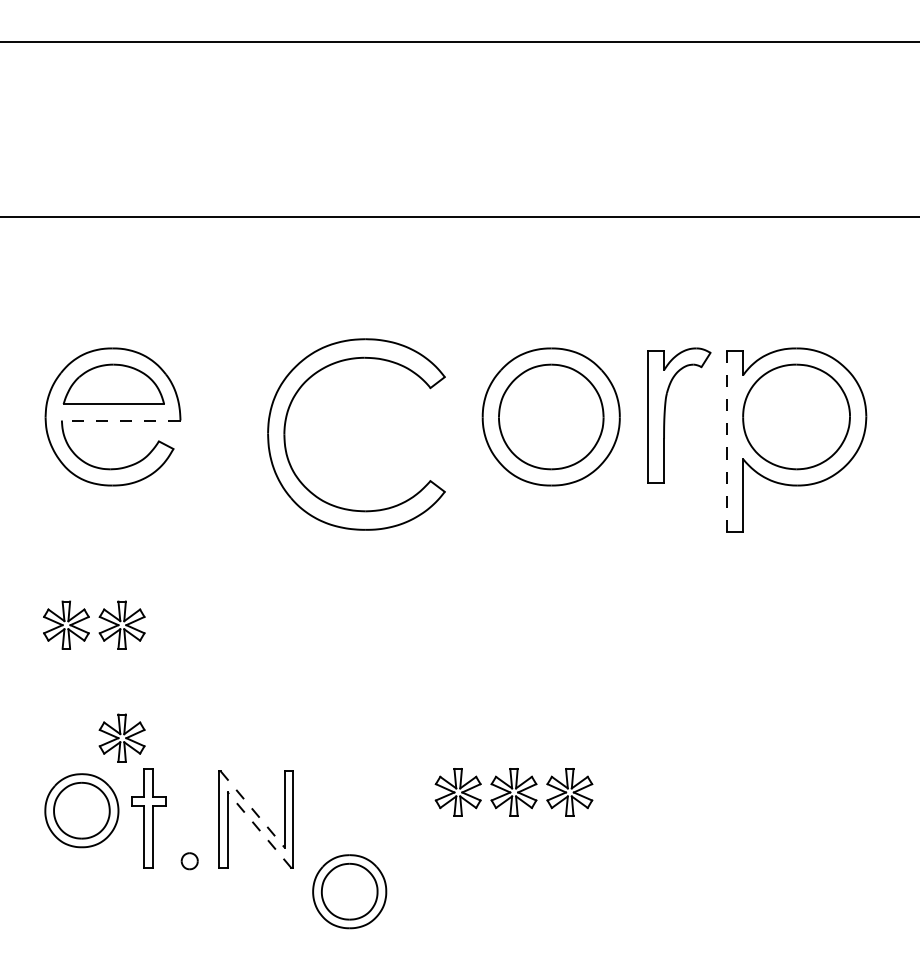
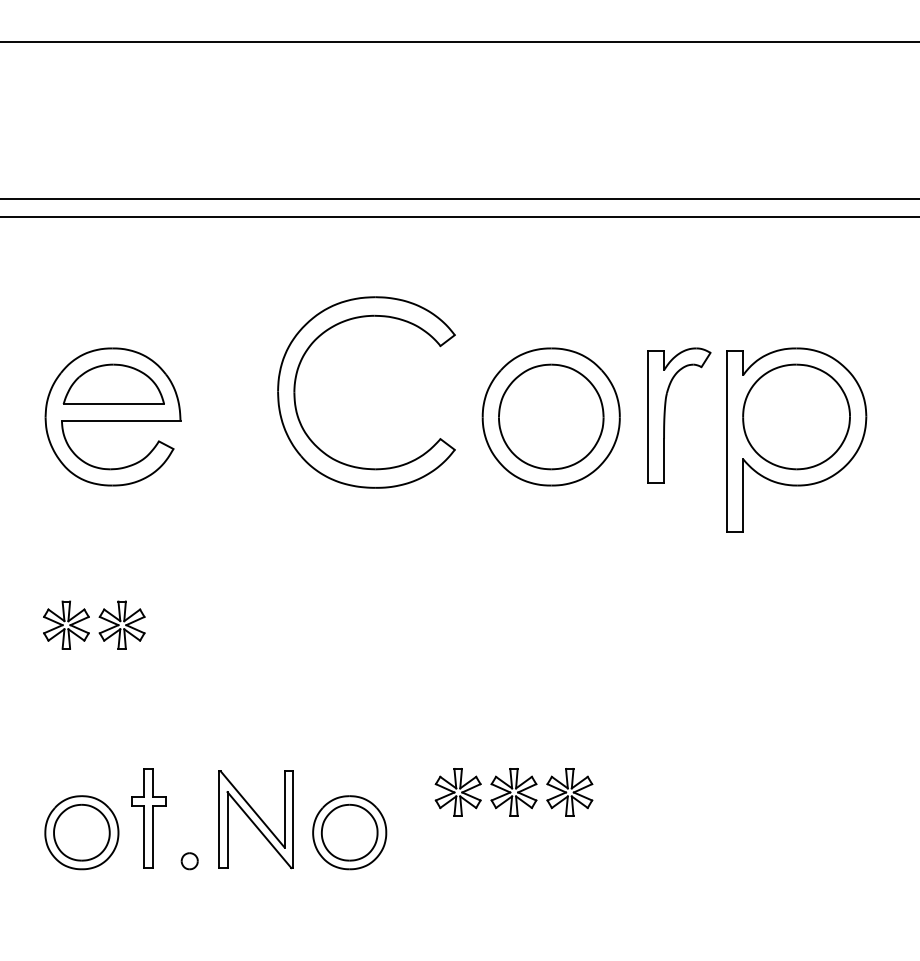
line at (459, 199): none -> present
line at (120, 420): dashed -> solid
part at (286, 423) position: (286, 423) -> (296, 381)
line at (726, 441): dashed -> solid
part at (121, 737): present -> none
line at (252, 809): dashed -> solid
part at (81, 810) position: (81, 810) -> (81, 832)
line at (259, 830): dashed -> solid
part at (349, 891) position: (349, 891) -> (349, 832)
